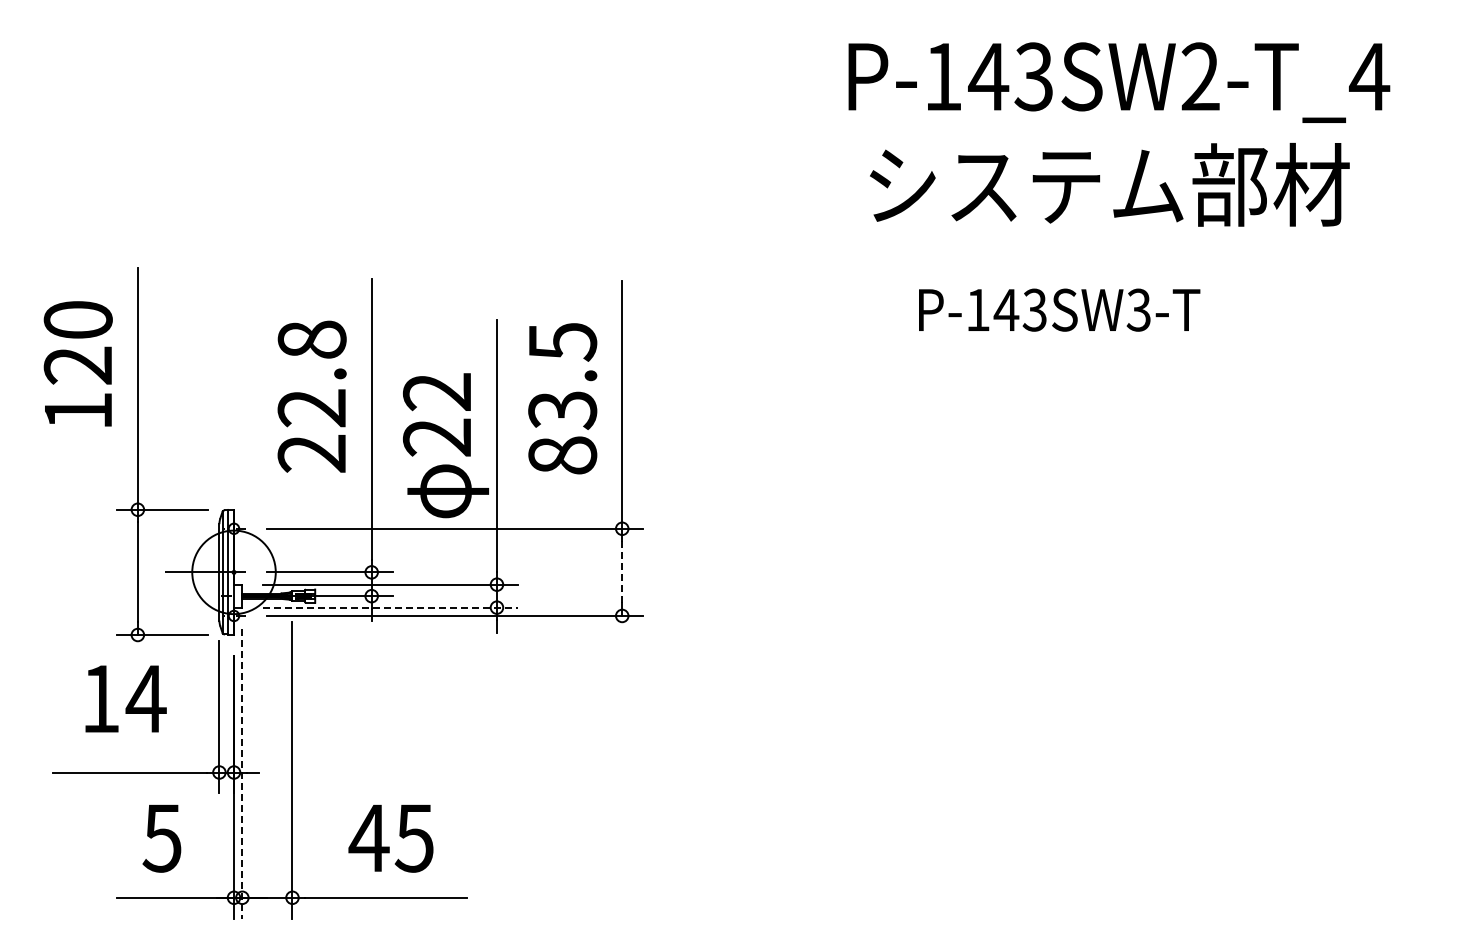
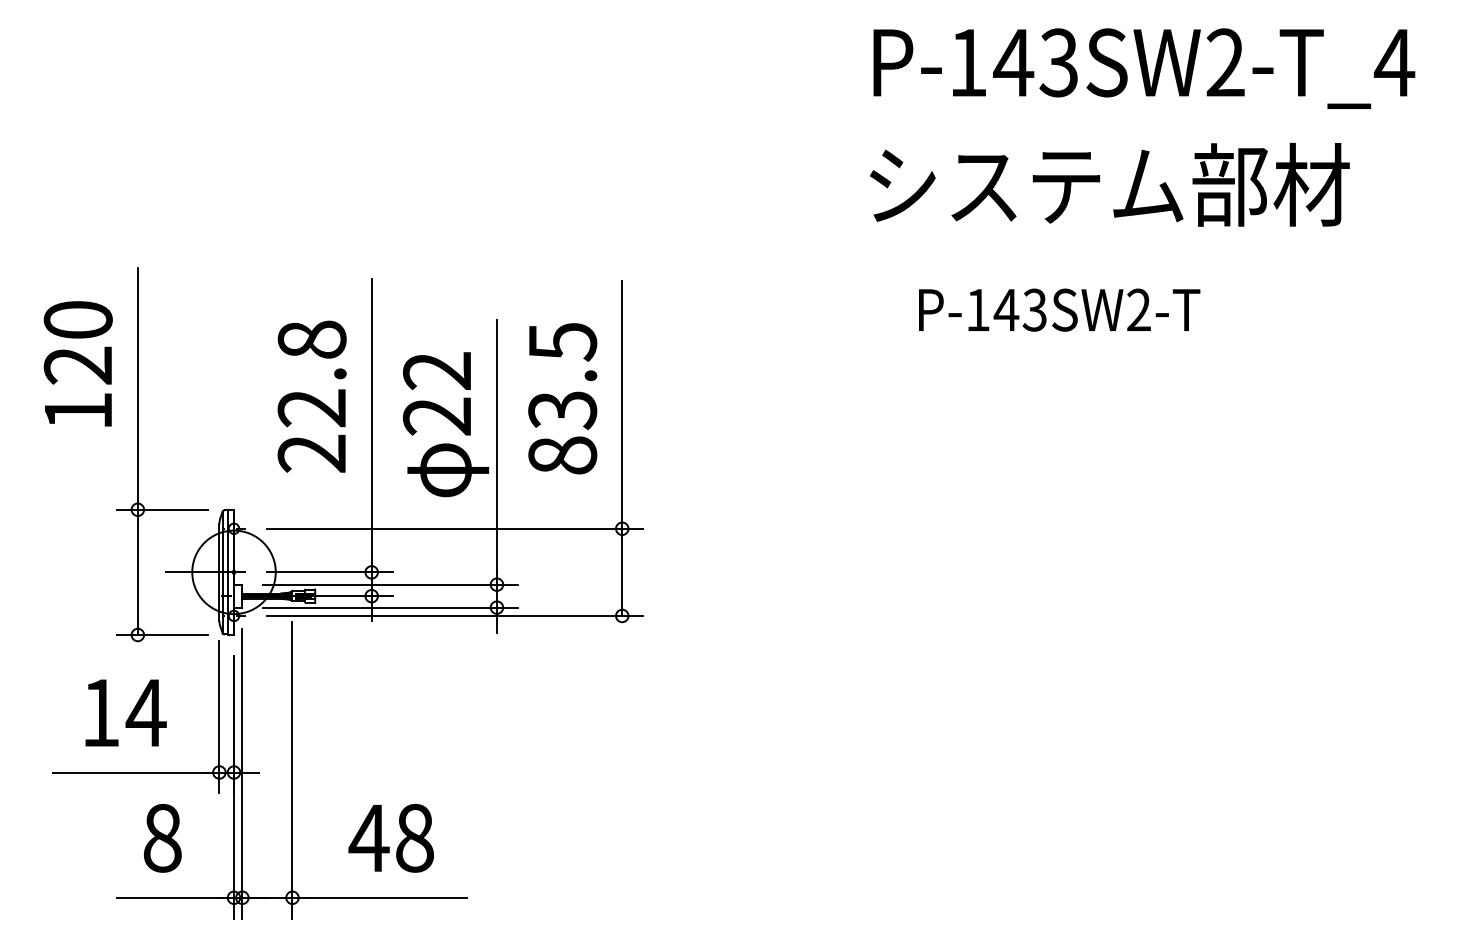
text at (1119, 82) position: (1119, 82) -> (1144, 68)
text at (1138, 309): P-143SW3-T -> P-143SW2-T
text at (445, 445) position: (445, 445) -> (445, 424)
line at (622, 571): dashed -> solid
line at (391, 607): dashed -> solid
text at (125, 698) position: (125, 698) -> (125, 712)
line at (242, 774): dashed -> solid
text at (161, 837): 5 -> 8
text at (413, 837): 45 -> 48
